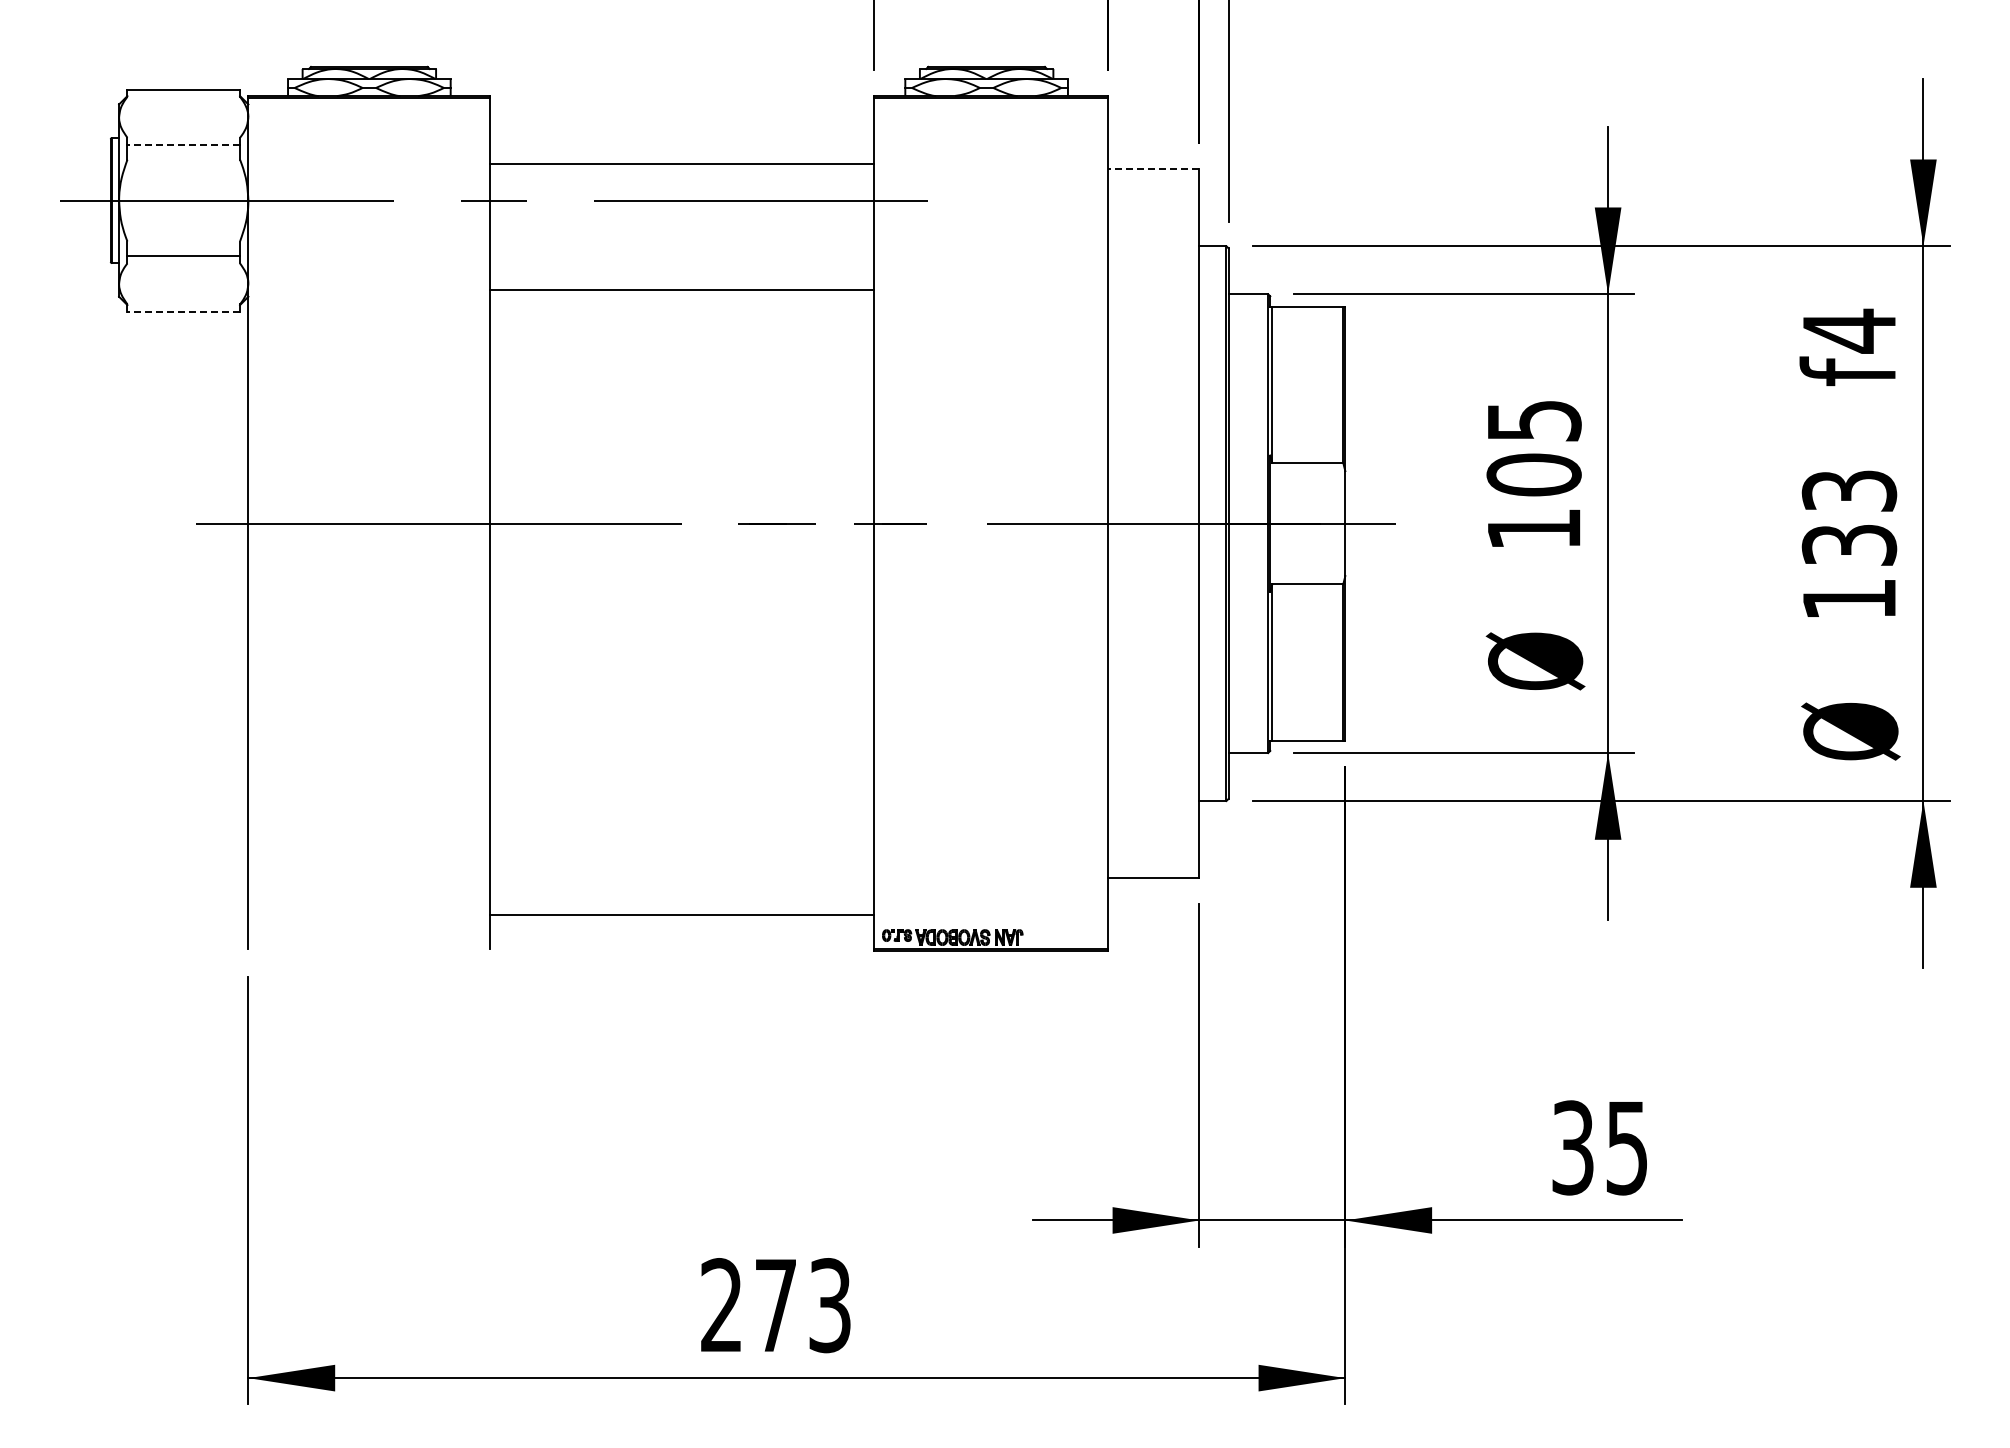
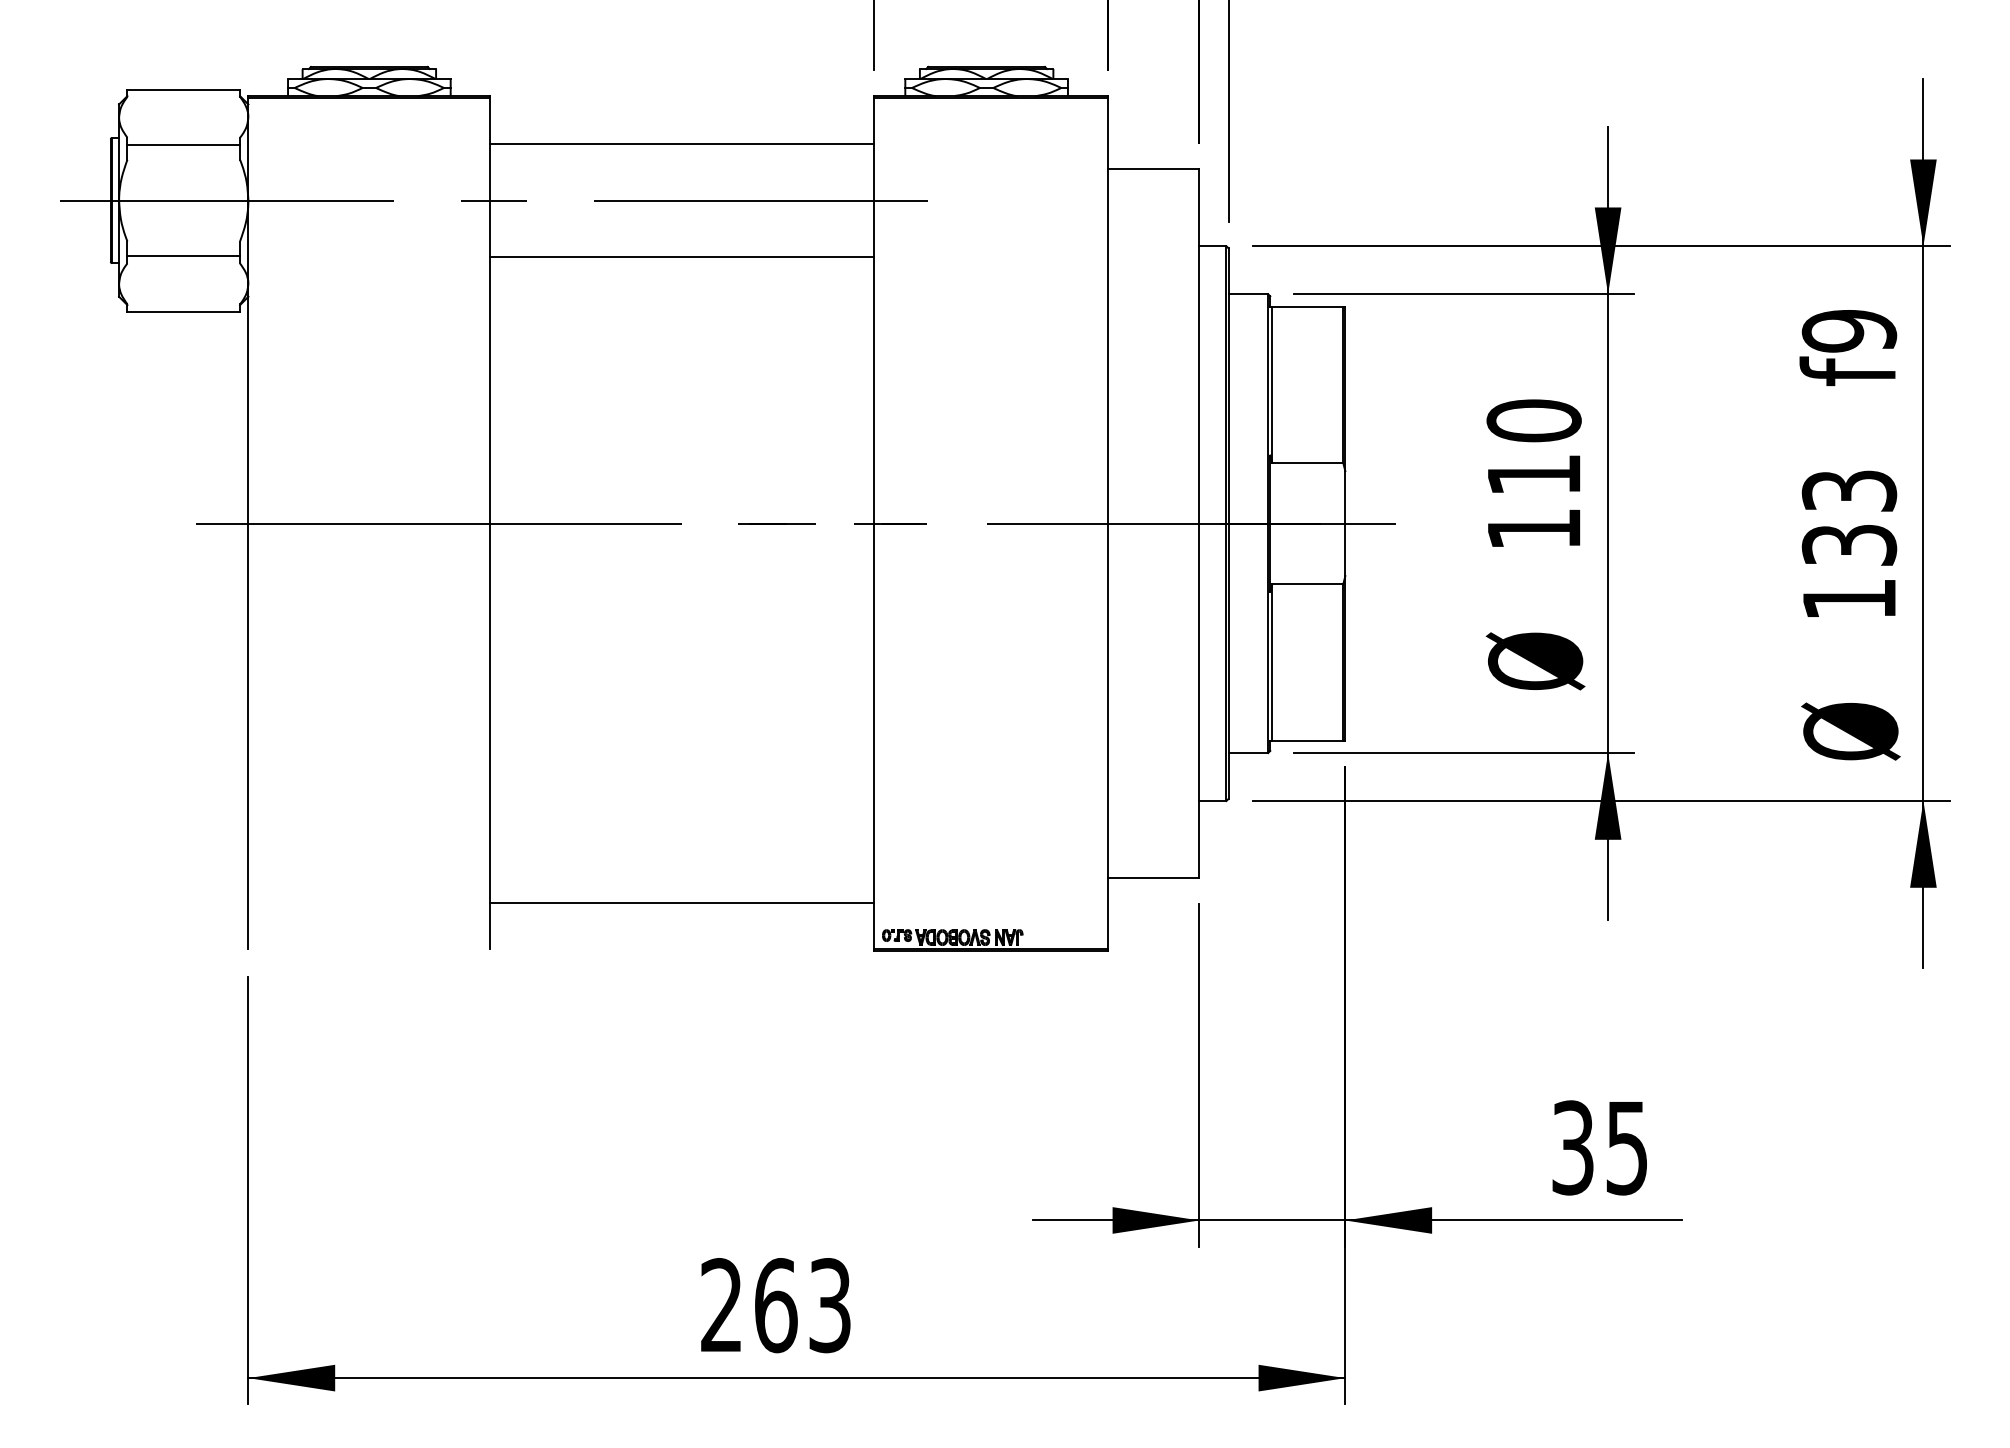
line at (183, 145): dashed -> solid
line at (682, 164) position: (682, 164) -> (682, 144)
line at (1153, 169): dashed -> solid
line at (682, 289) position: (682, 289) -> (682, 256)
line at (183, 311): dashed -> solid
text at (1849, 330): f4 -> f9
text at (1533, 447): 105 -> 110
line at (682, 914) position: (682, 914) -> (682, 902)
text at (776, 1305): 273 -> 263
